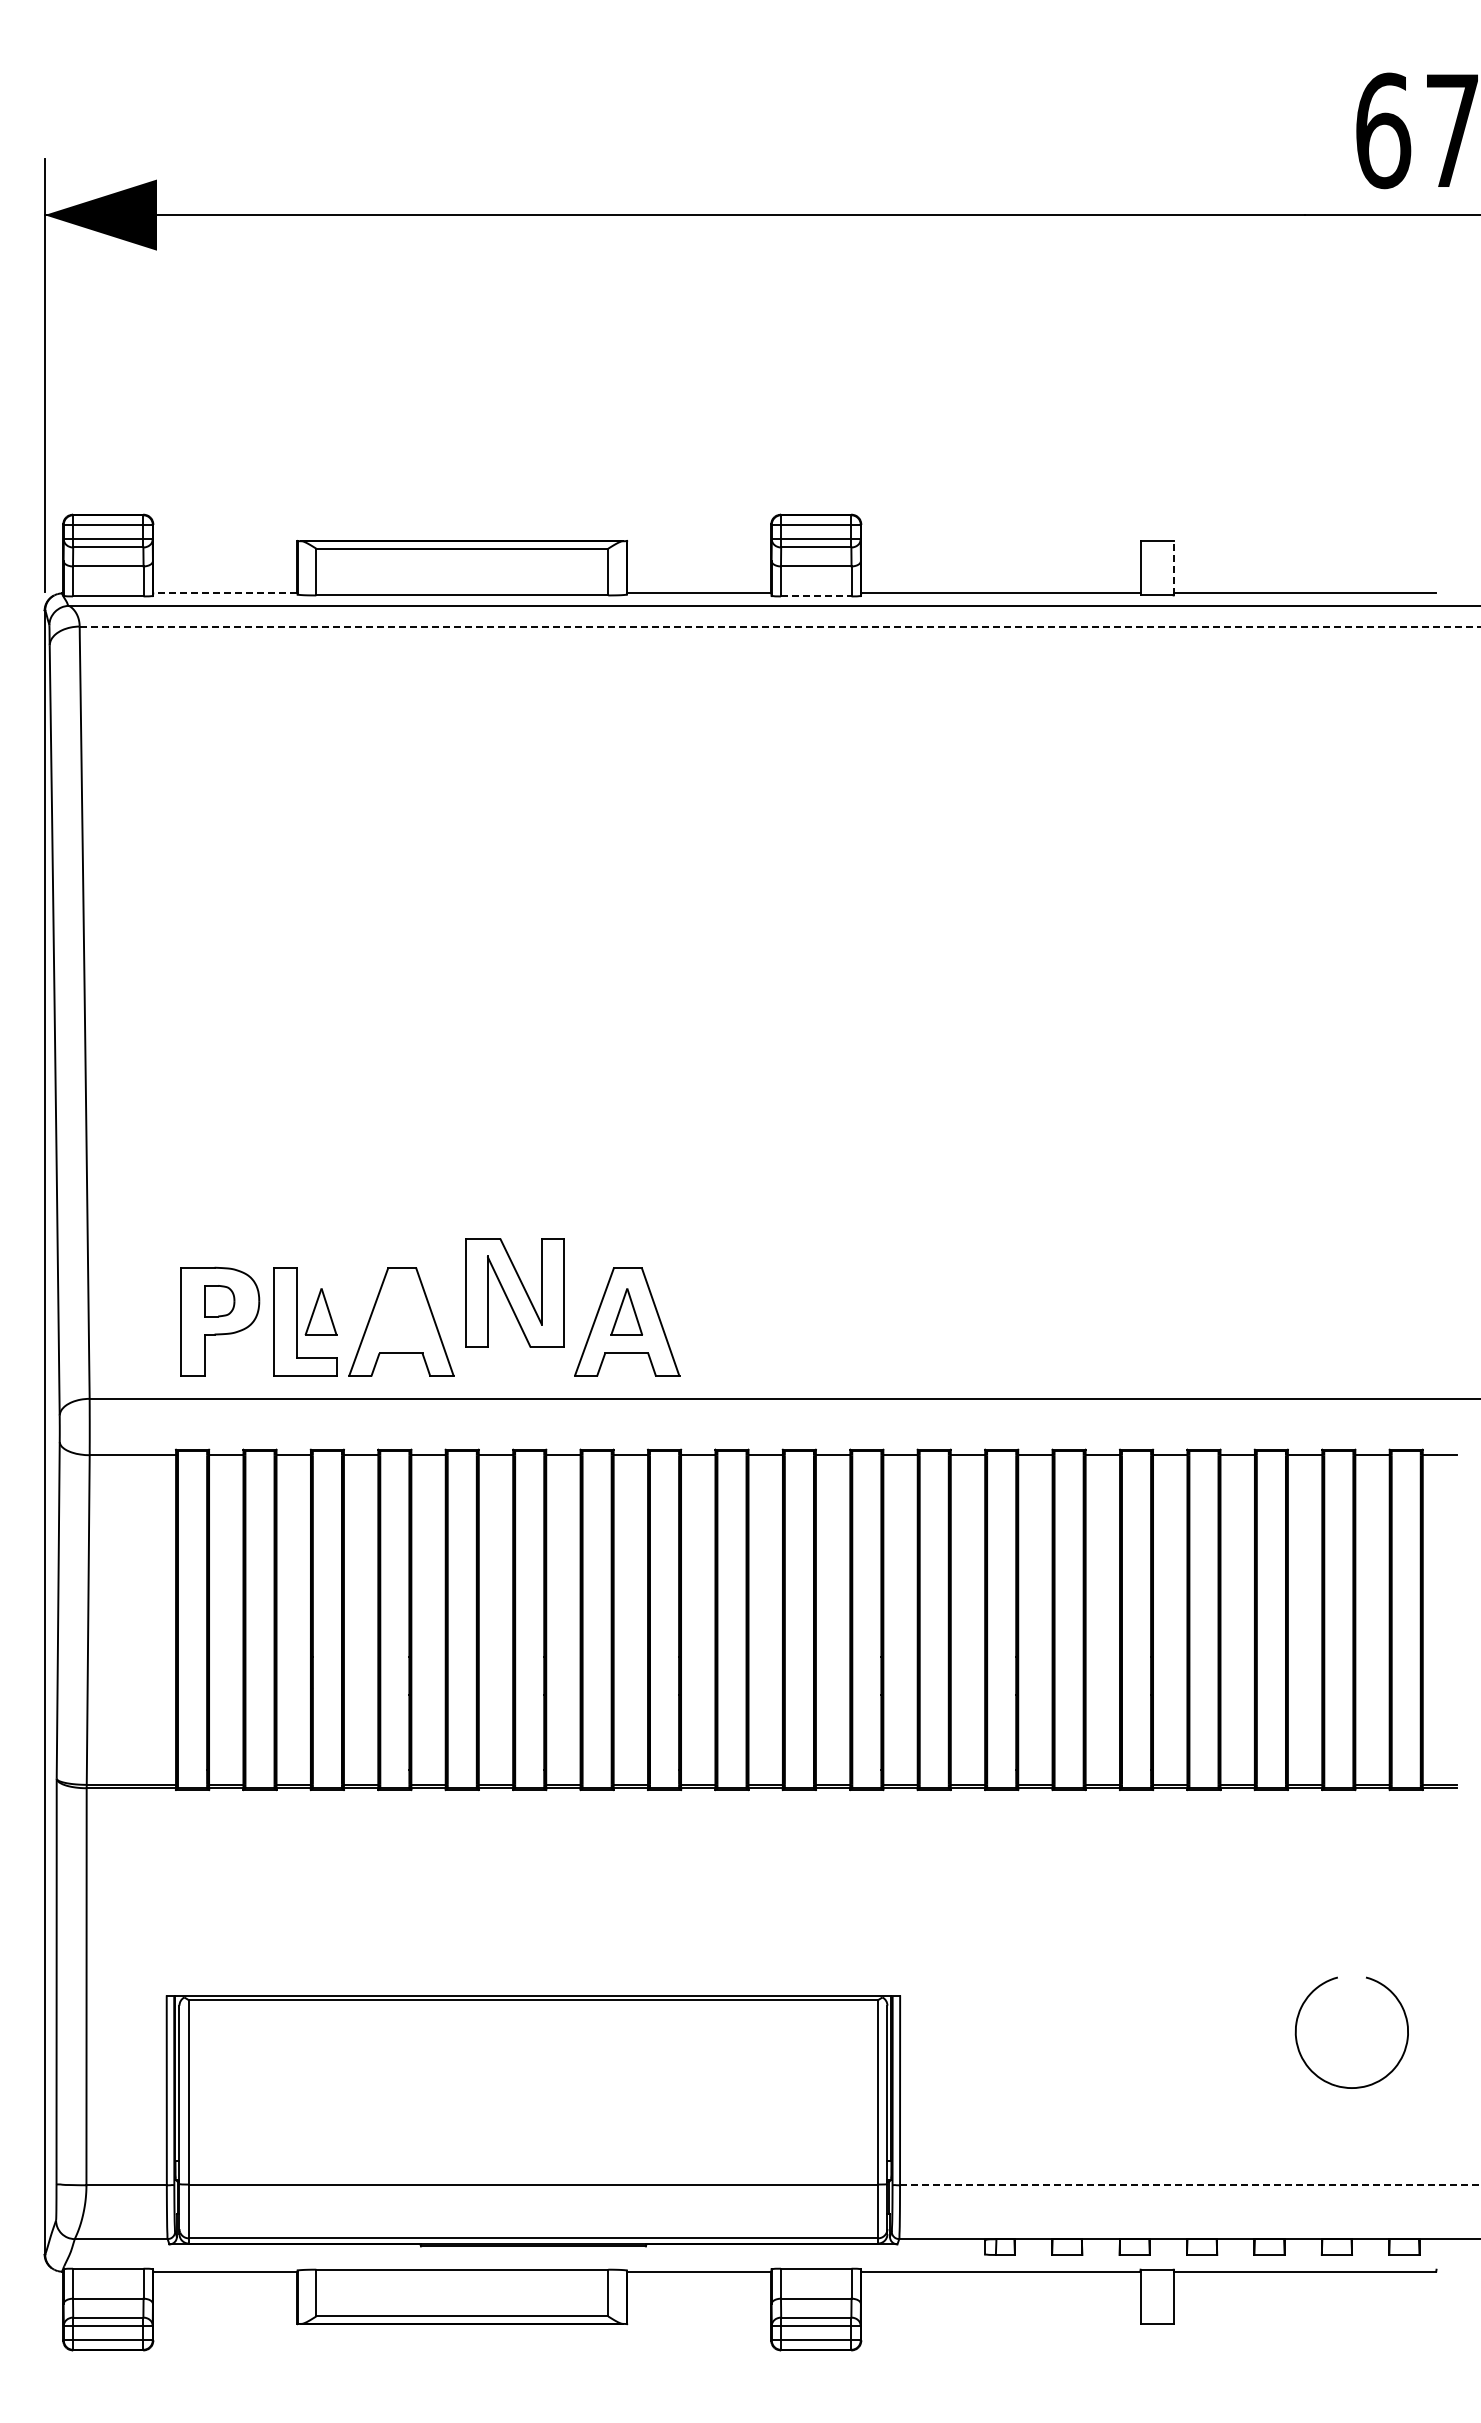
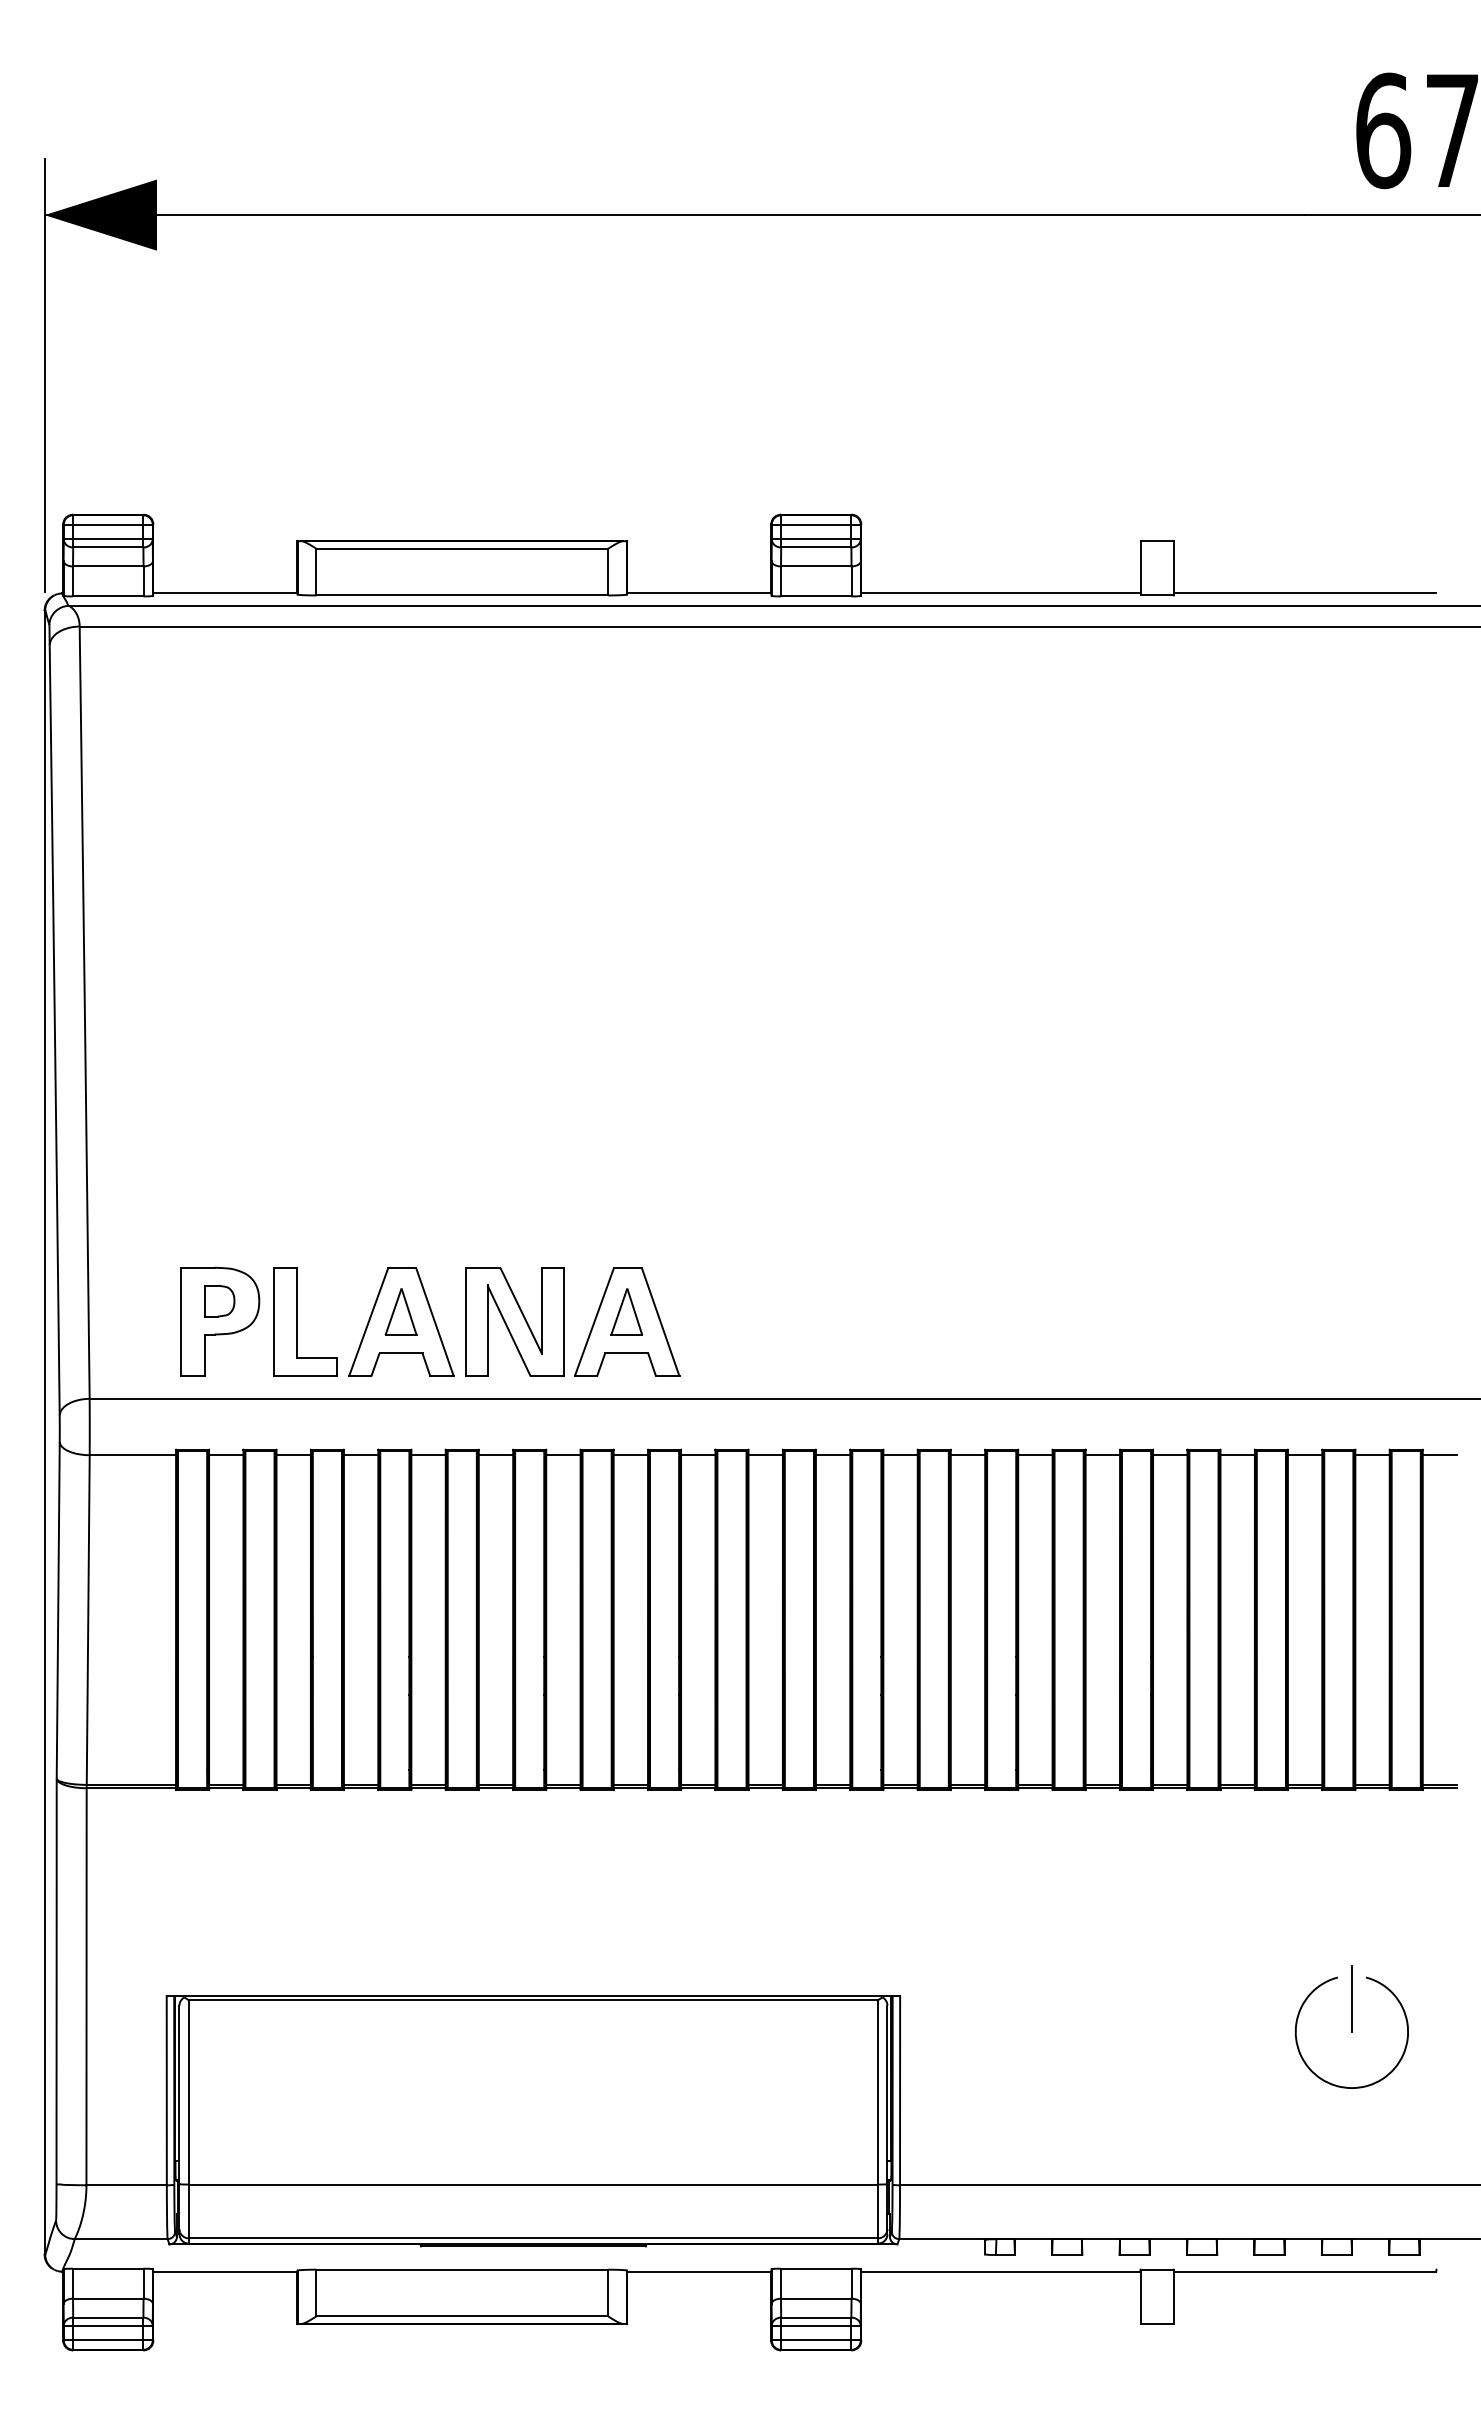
line at (1173, 567): dashed -> solid
line at (224, 593): dashed -> solid
line at (816, 596): dashed -> solid
line at (780, 626): dashed -> solid
part at (514, 1292) position: (514, 1292) -> (514, 1321)
part at (320, 1311) position: (320, 1311) -> (400, 1311)
line at (1351, 1998): none -> present
line at (1190, 2185): dashed -> solid
